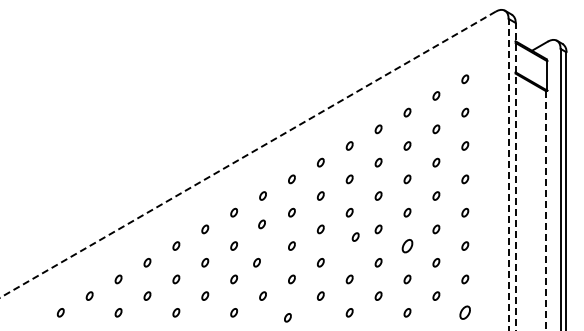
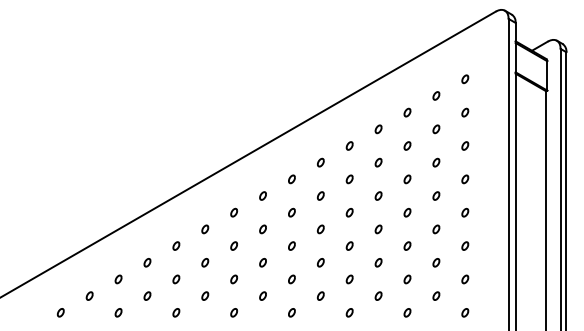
line at (248, 154): dashed -> solid
line at (508, 174): dashed -> solid
line at (515, 176): dashed -> solid
line at (545, 210): dashed -> solid
part at (261, 224) position: (261, 224) -> (262, 229)
part at (355, 236) position: (355, 236) -> (349, 245)
part at (407, 246) size: 13x15 px -> 9x10 px
part at (256, 262) position: (256, 262) -> (262, 262)
part at (464, 312) size: 12x15 px -> 9x10 px
part at (287, 317) position: (287, 317) -> (291, 312)
